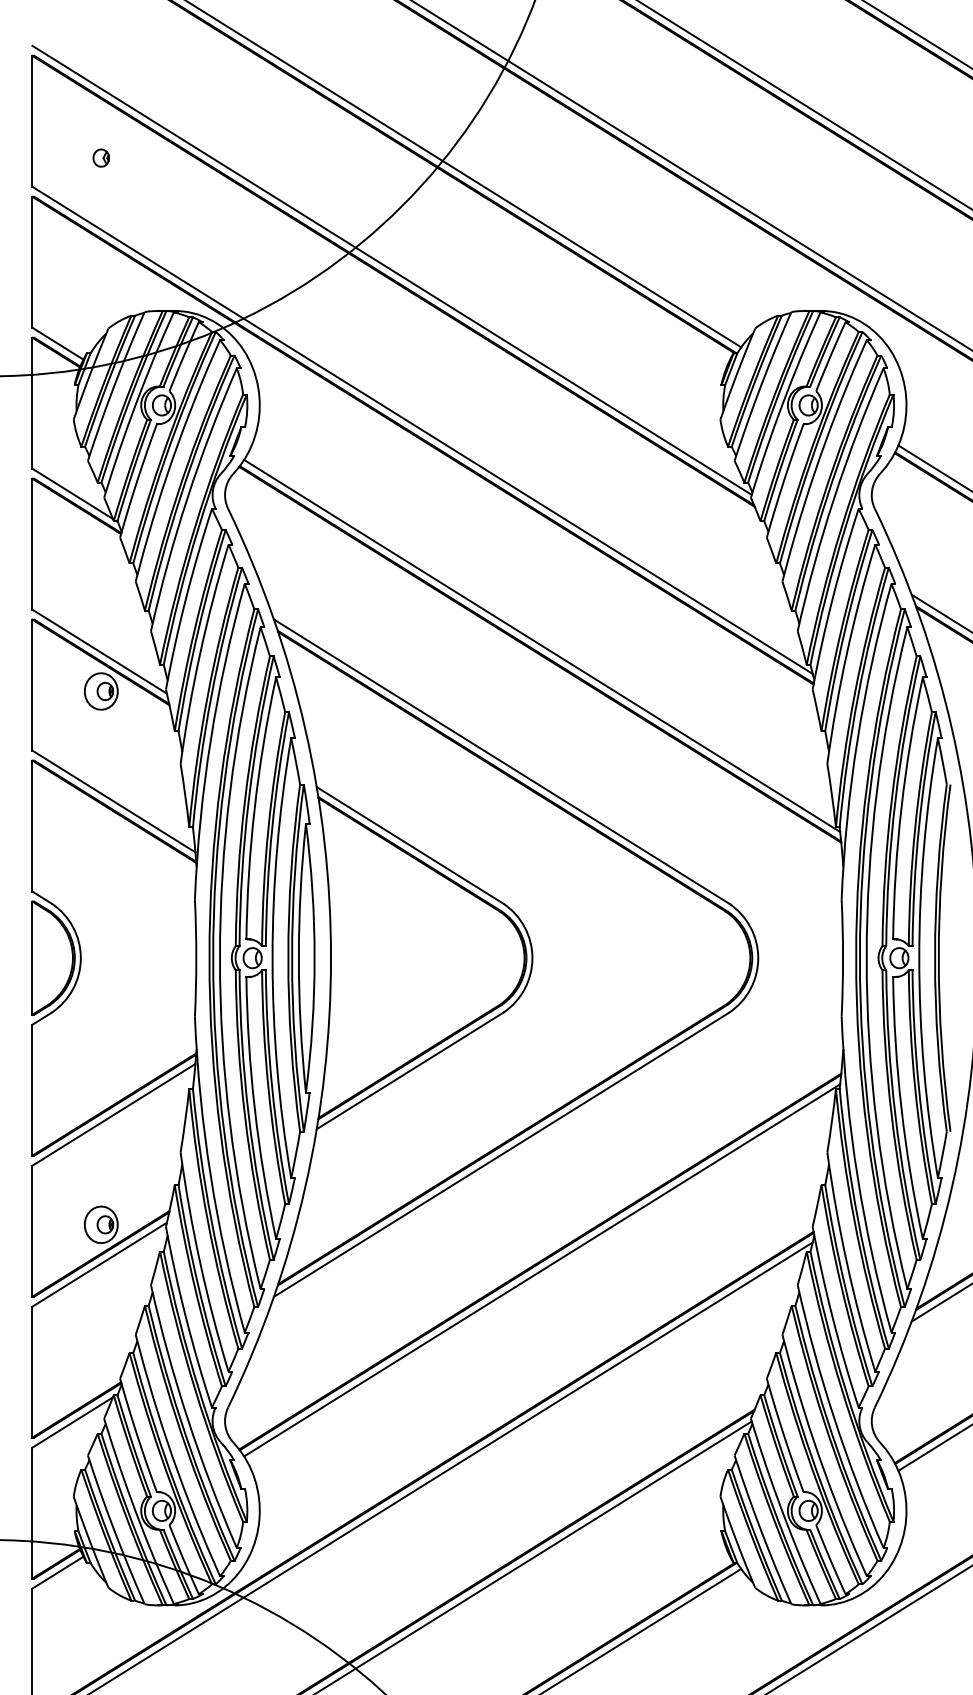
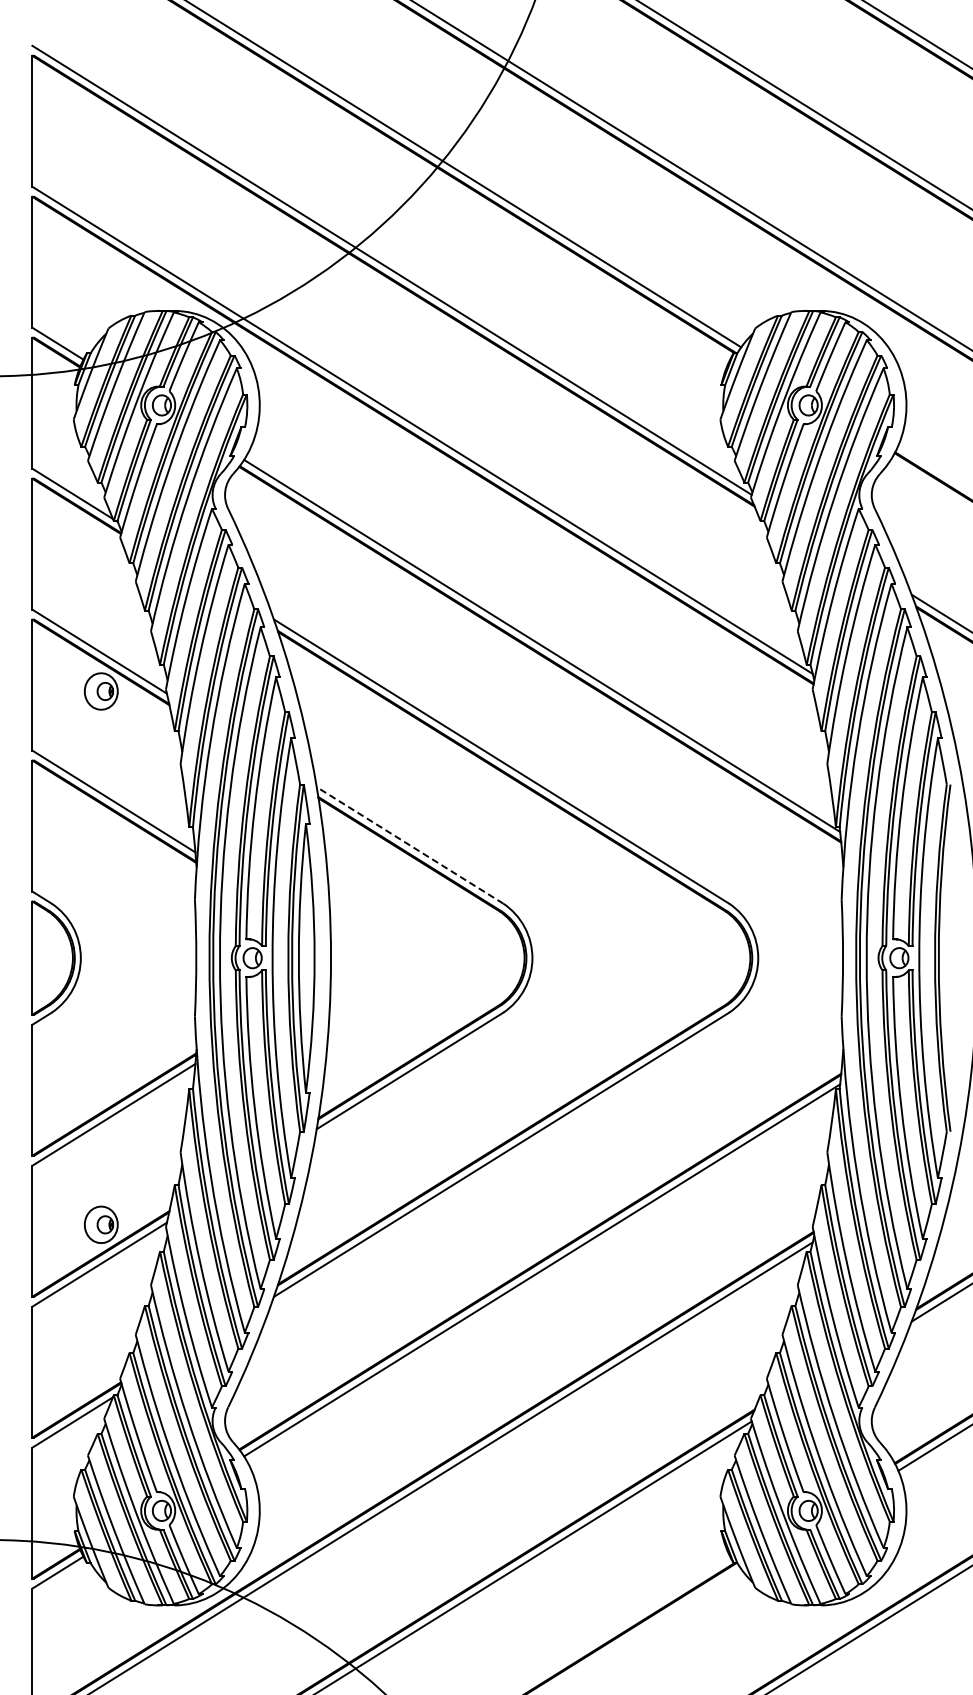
part at (100, 157): present -> none
line at (933, 467): present -> none
line at (409, 845): solid -> dashed
line at (642, 1629): present -> none
